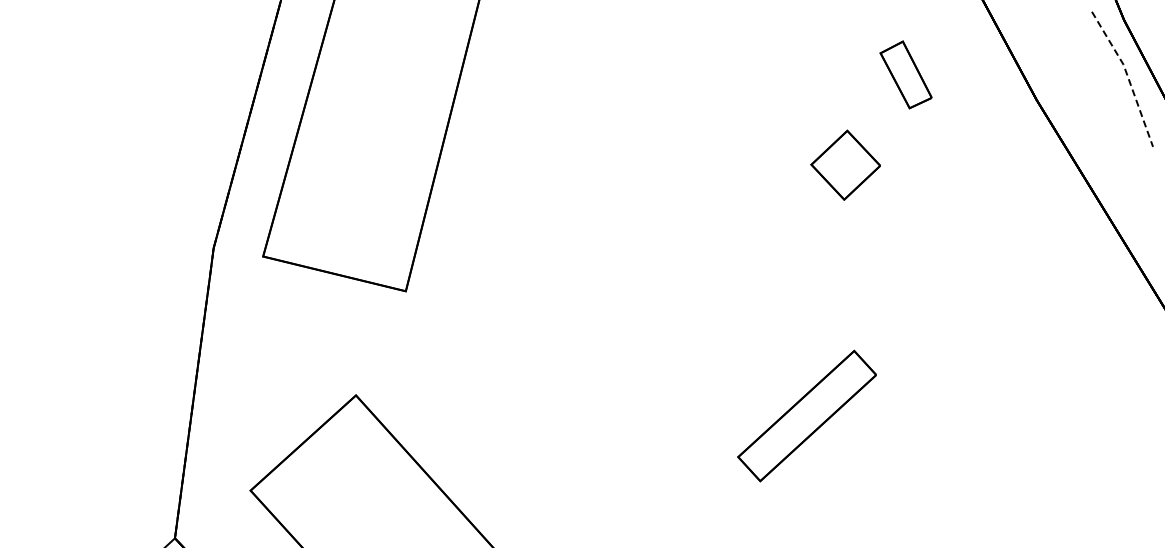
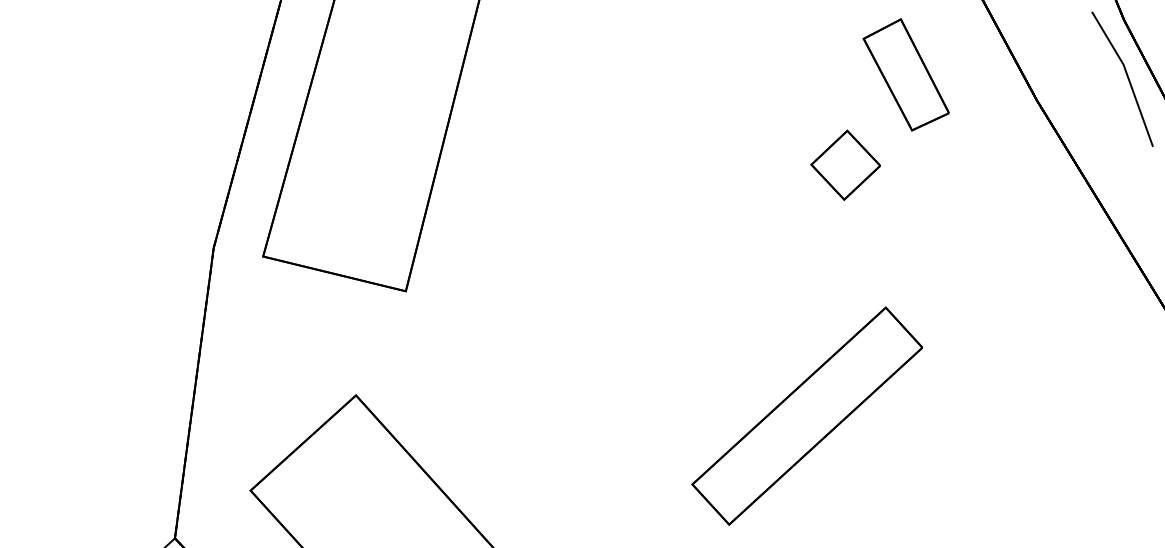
part at (905, 74) size: 54x70 px -> 88x114 px
line at (1127, 76): dashed -> solid
part at (806, 415) size: 140x134 px -> 232x220 px
